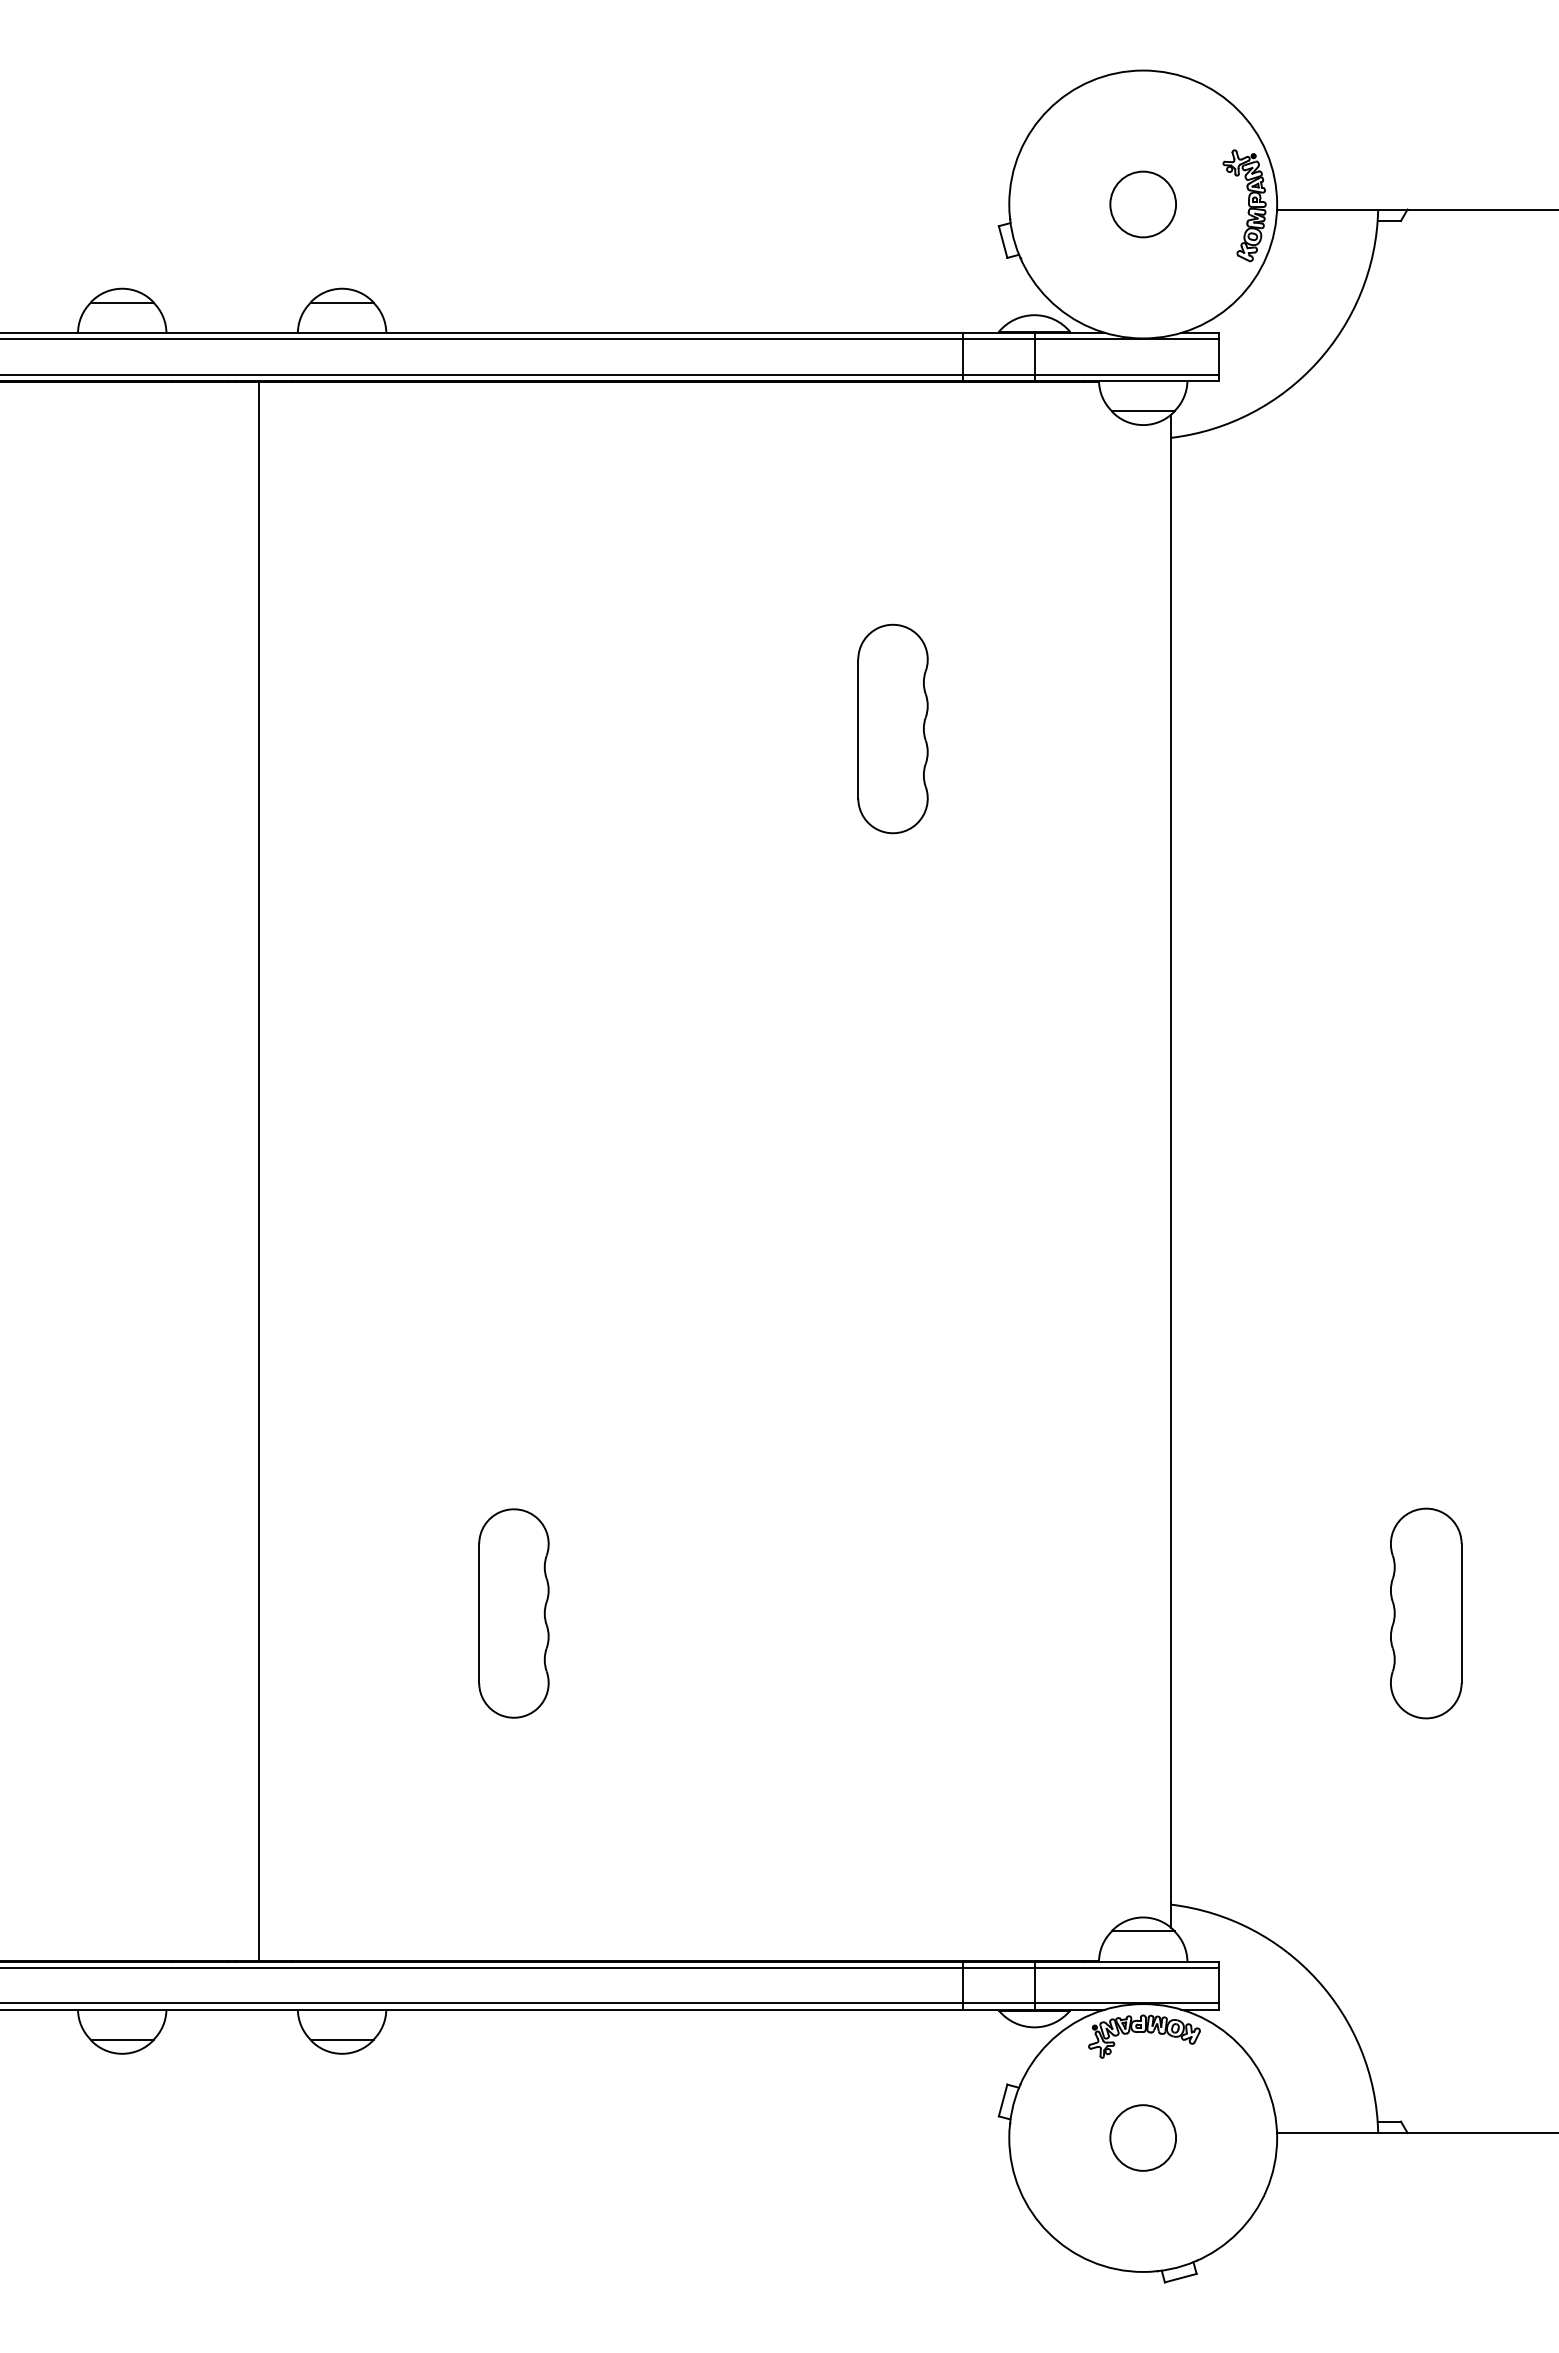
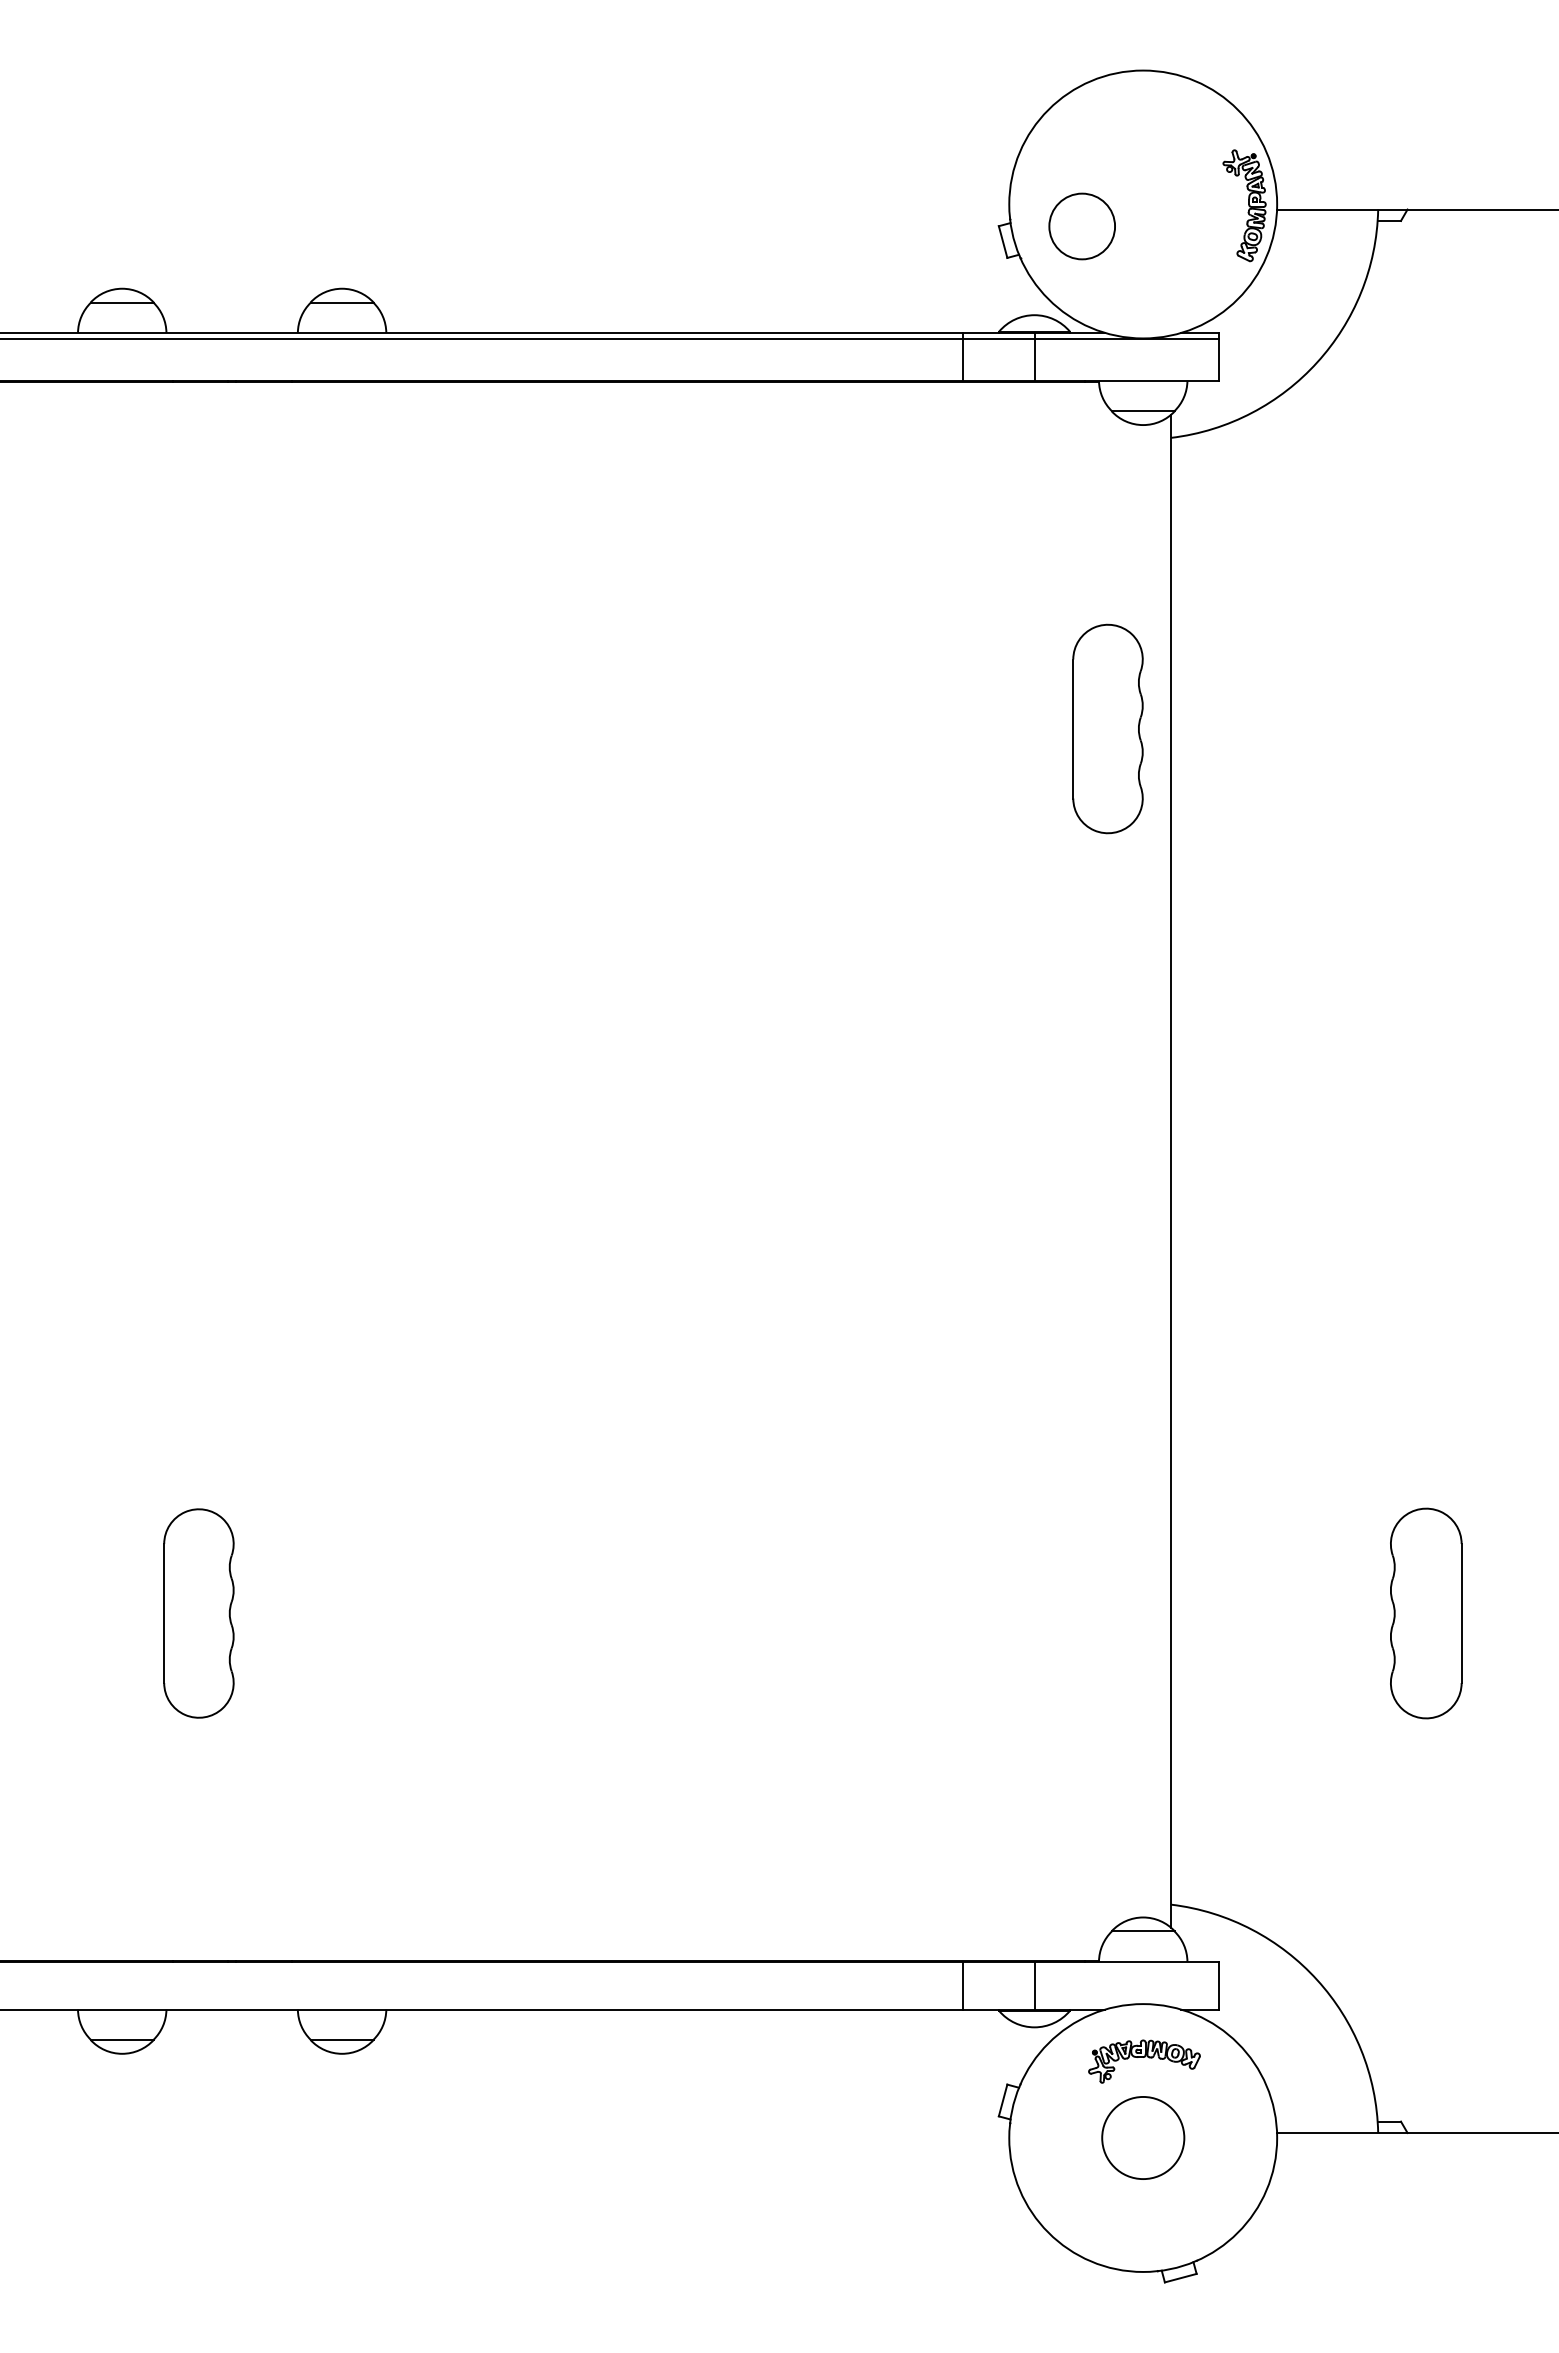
circle at (1142, 204) position: (1142, 204) -> (1081, 226)
line at (610, 374): present -> none
part at (892, 728) position: (892, 728) -> (1107, 728)
line at (258, 1171): present -> none
part at (513, 1613) position: (513, 1613) -> (198, 1613)
line at (610, 1967): present -> none
line at (610, 2003): present -> none
part at (1144, 2036) position: (1144, 2036) -> (1144, 2061)
circle at (1142, 2137) size: 68x68 px -> 85x84 px
